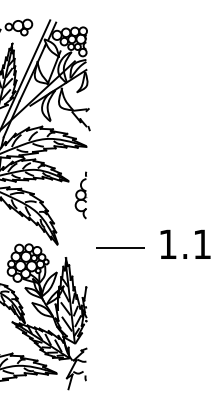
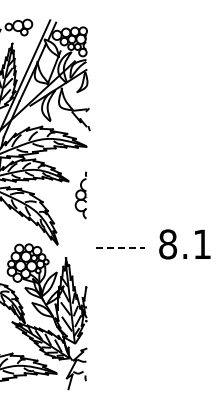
text at (168, 244): 1.1 -> 8.1
line at (120, 248): solid -> dashed
